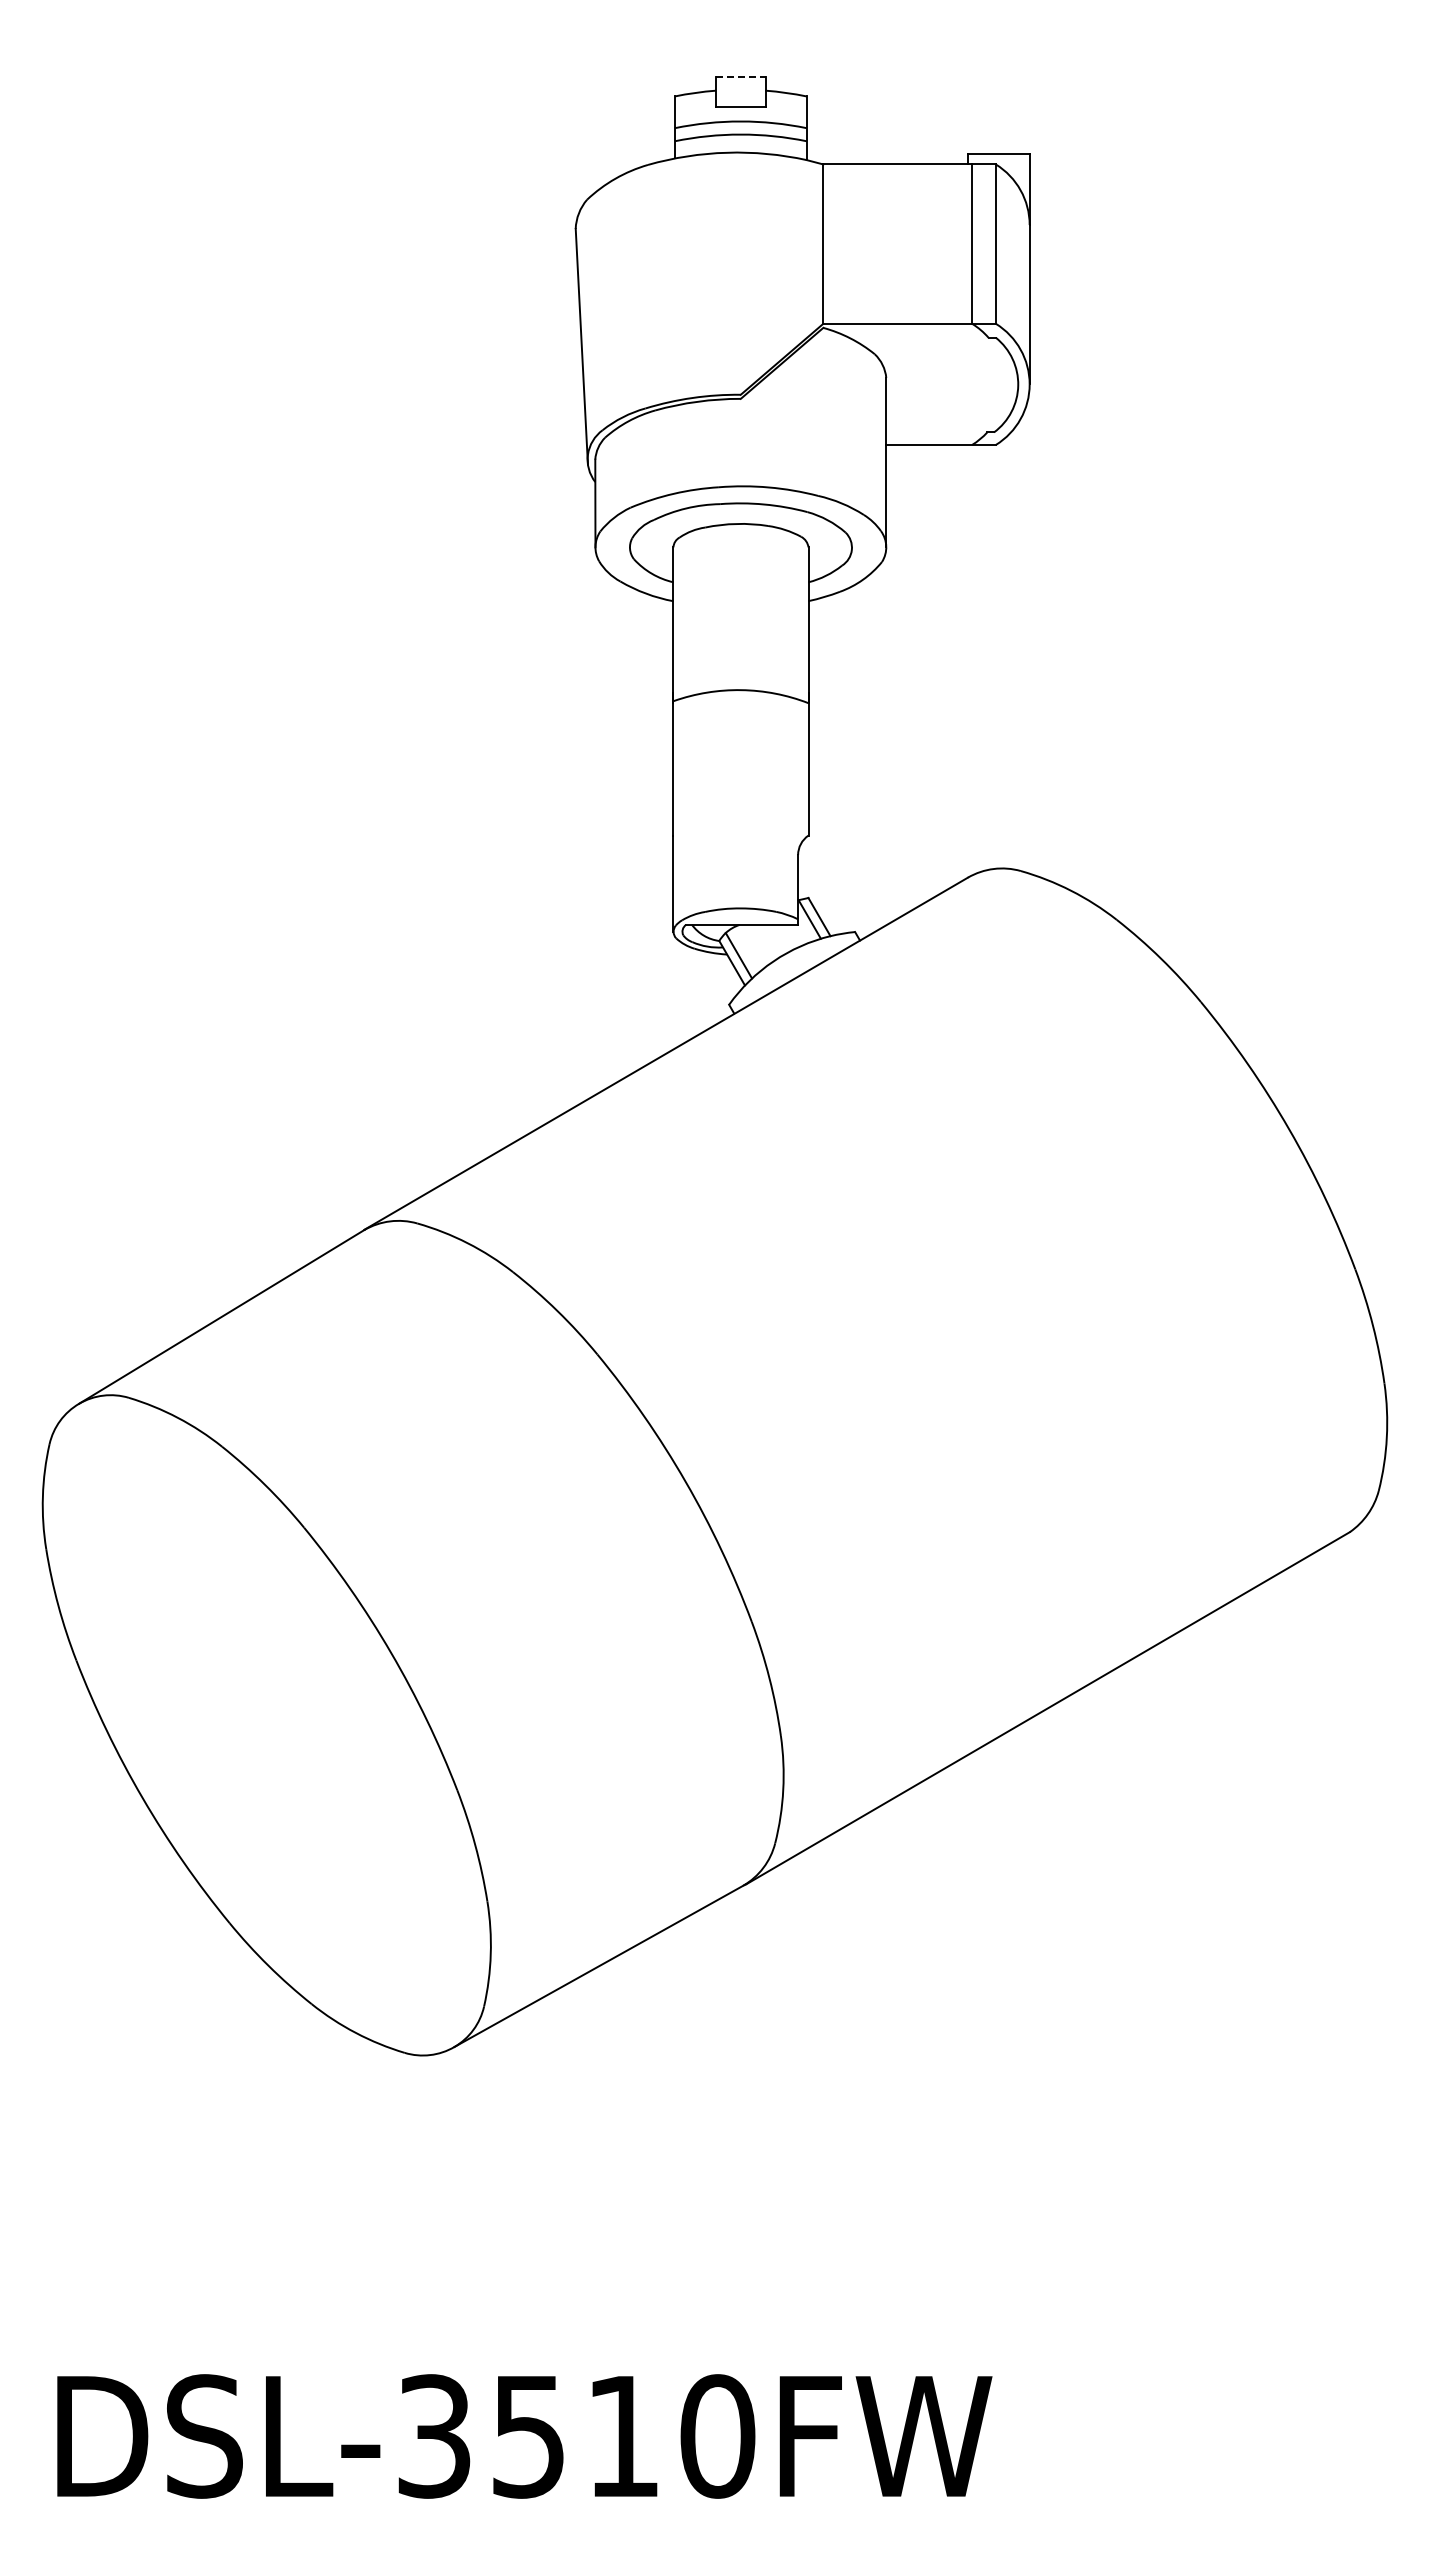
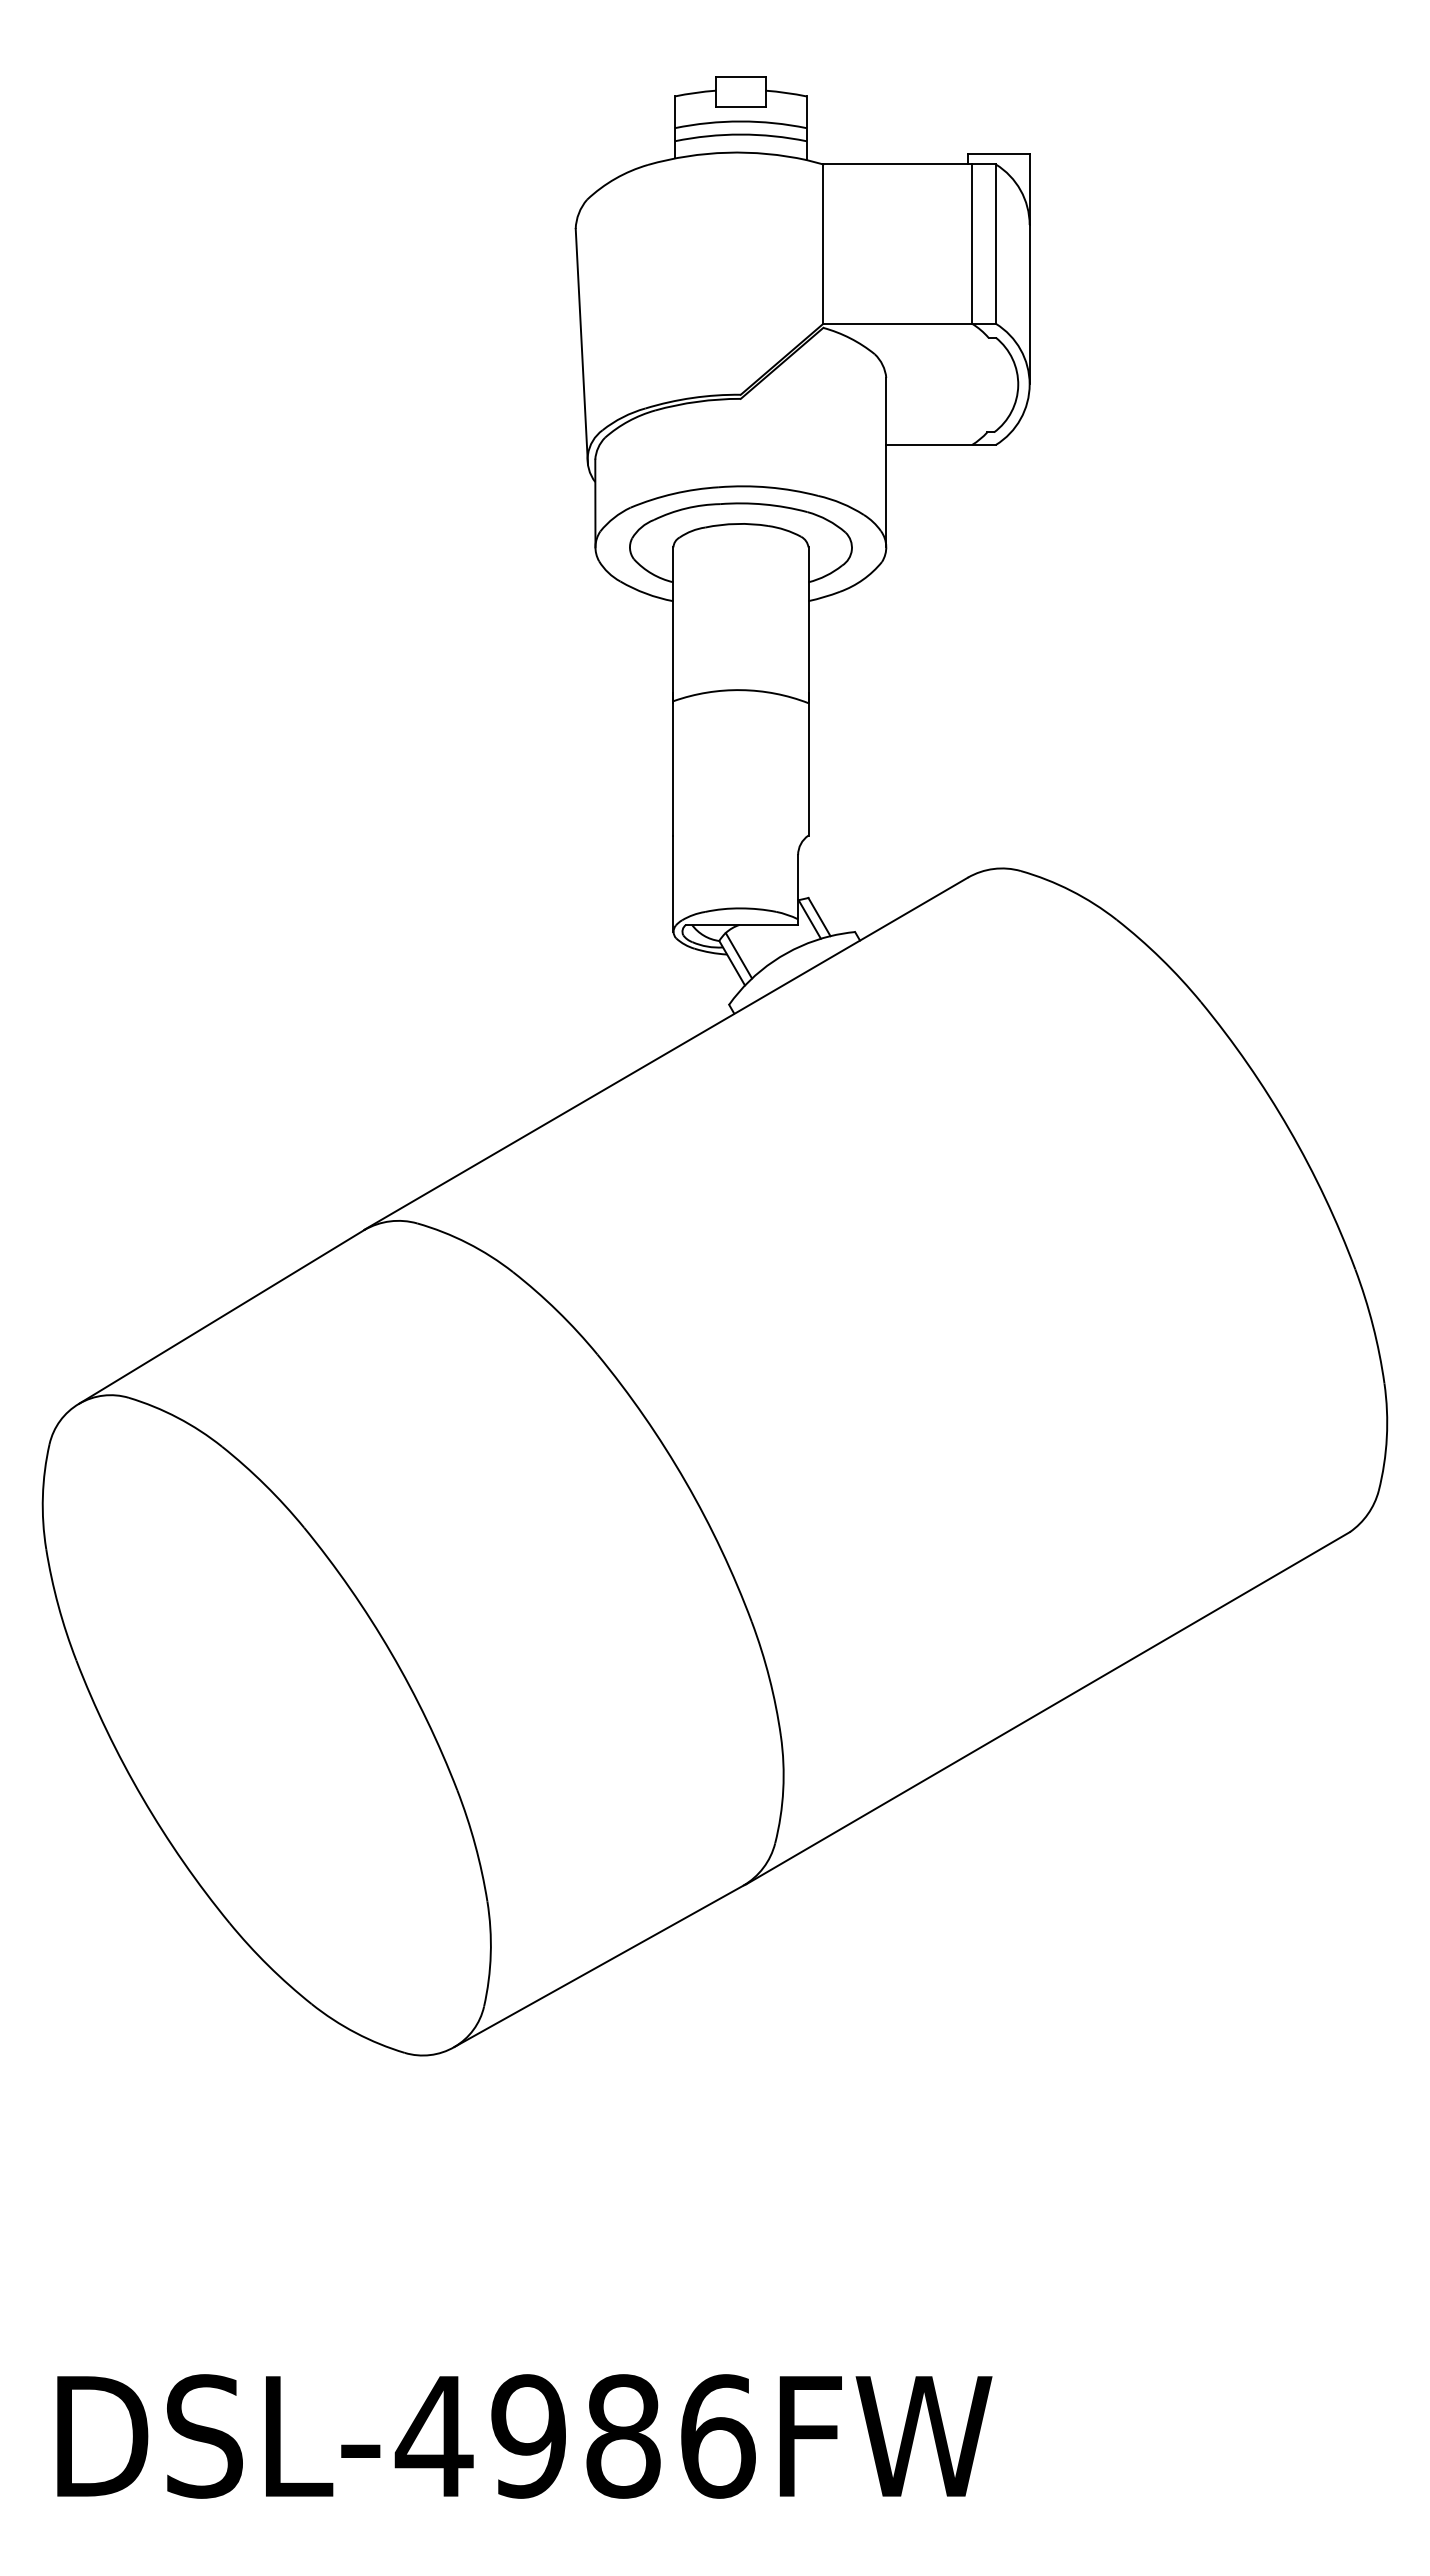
line at (740, 77): dashed -> solid
text at (574, 2436): DSL-3510FW -> DSL-4986FW
